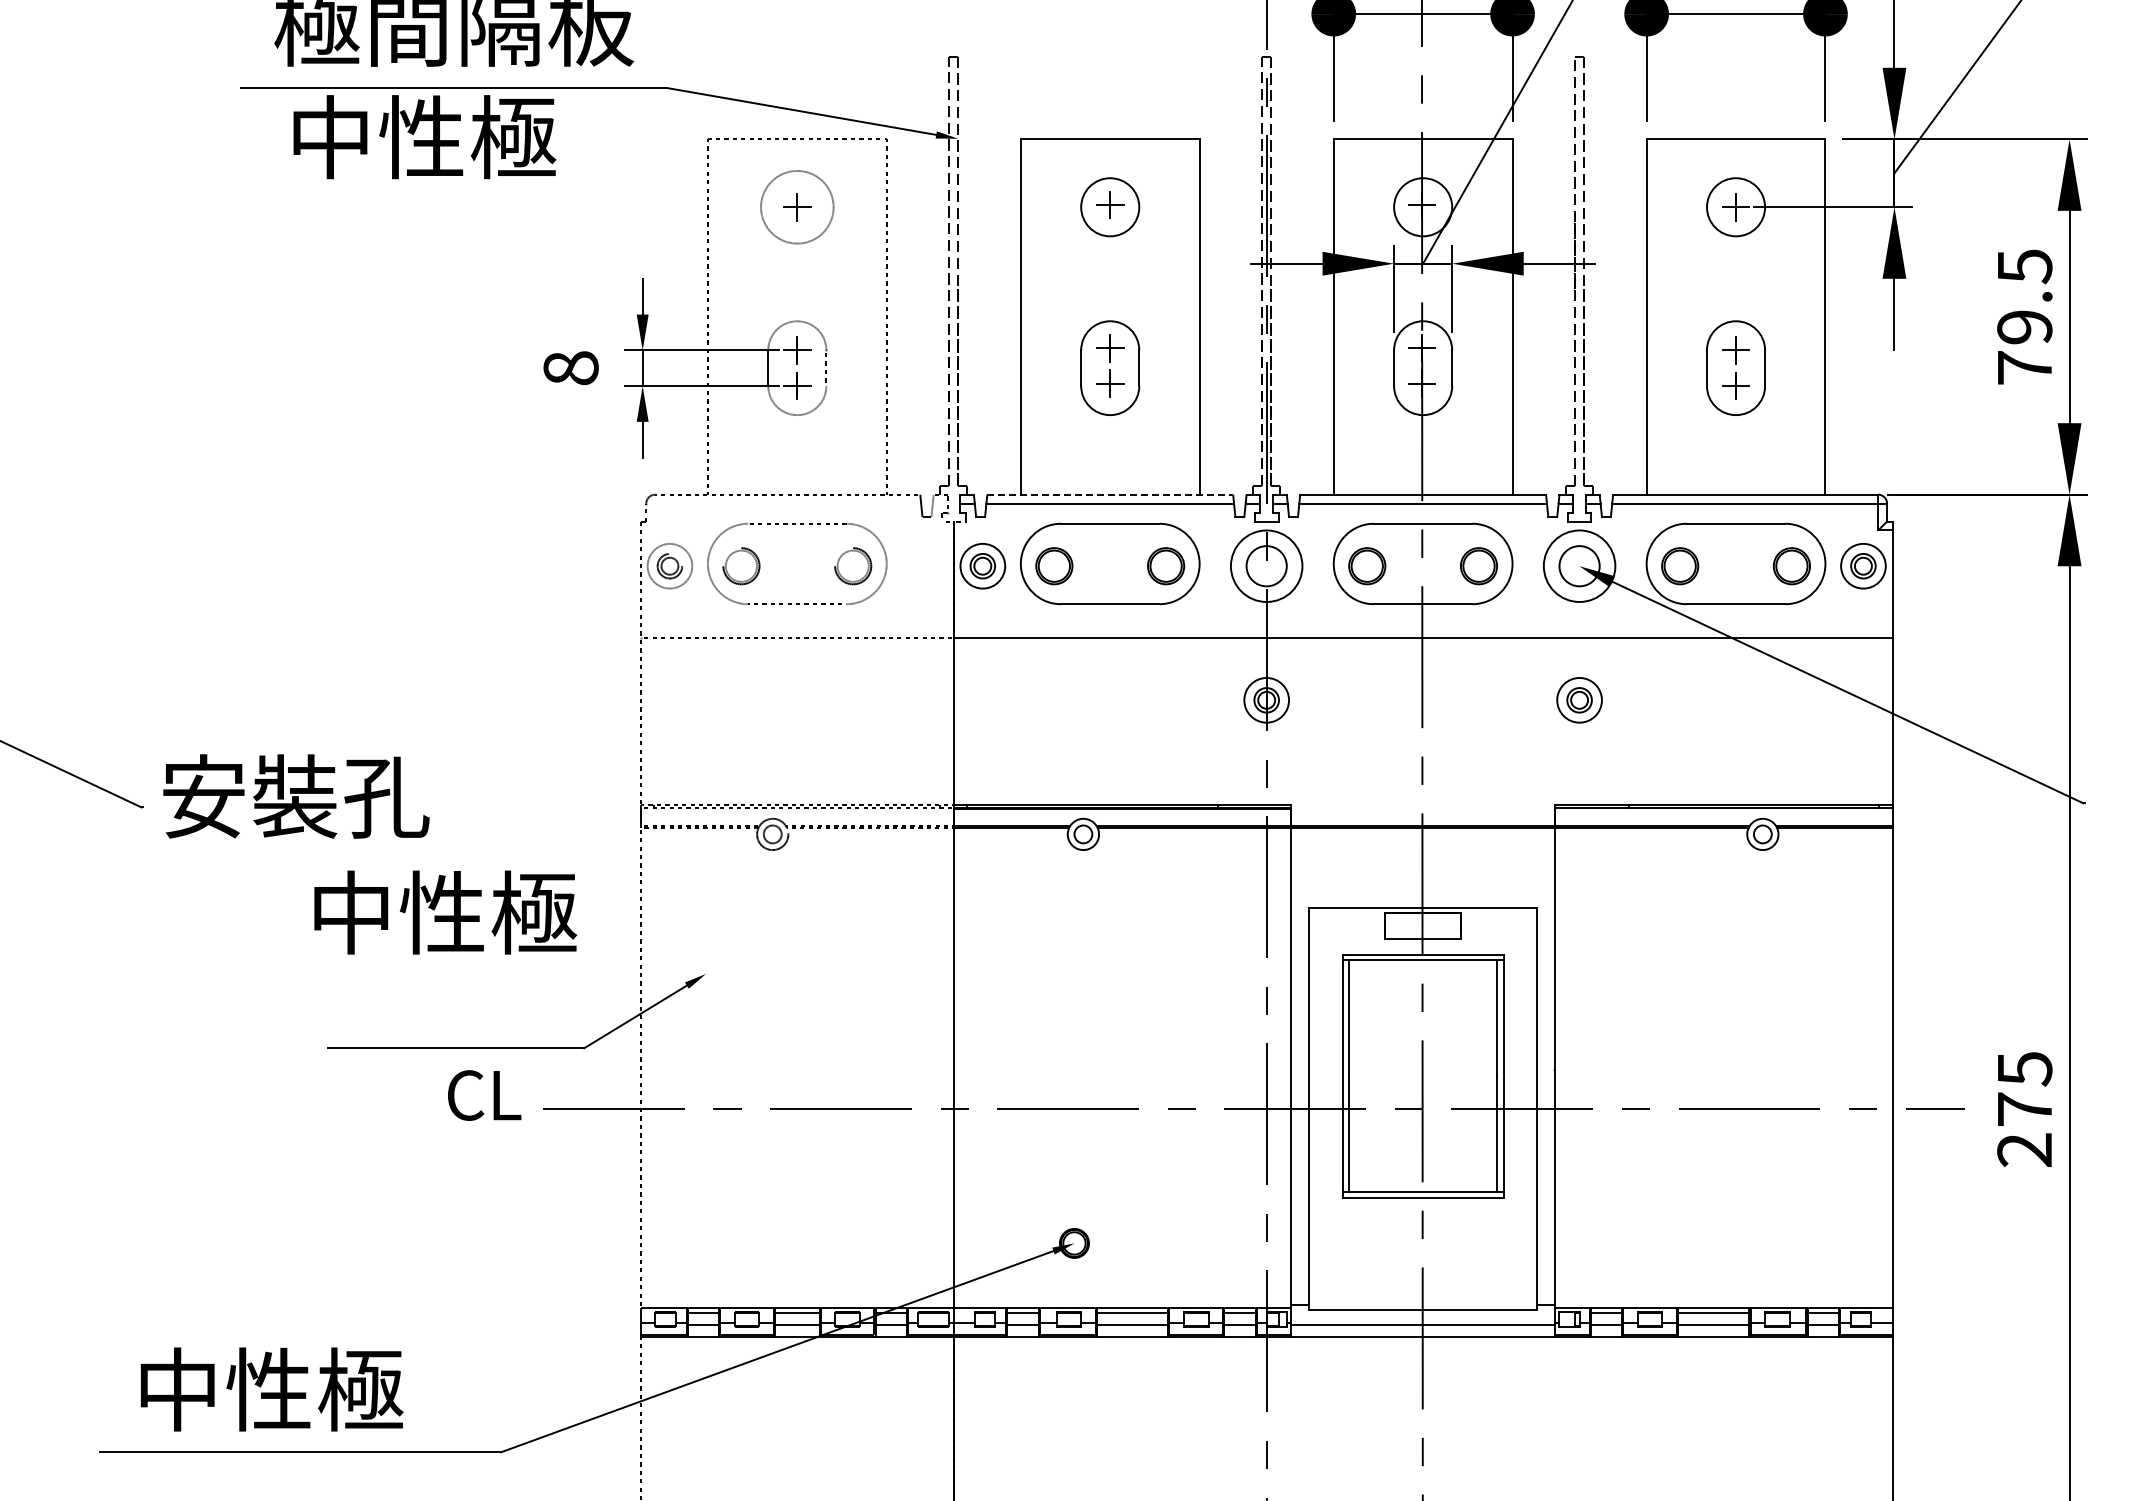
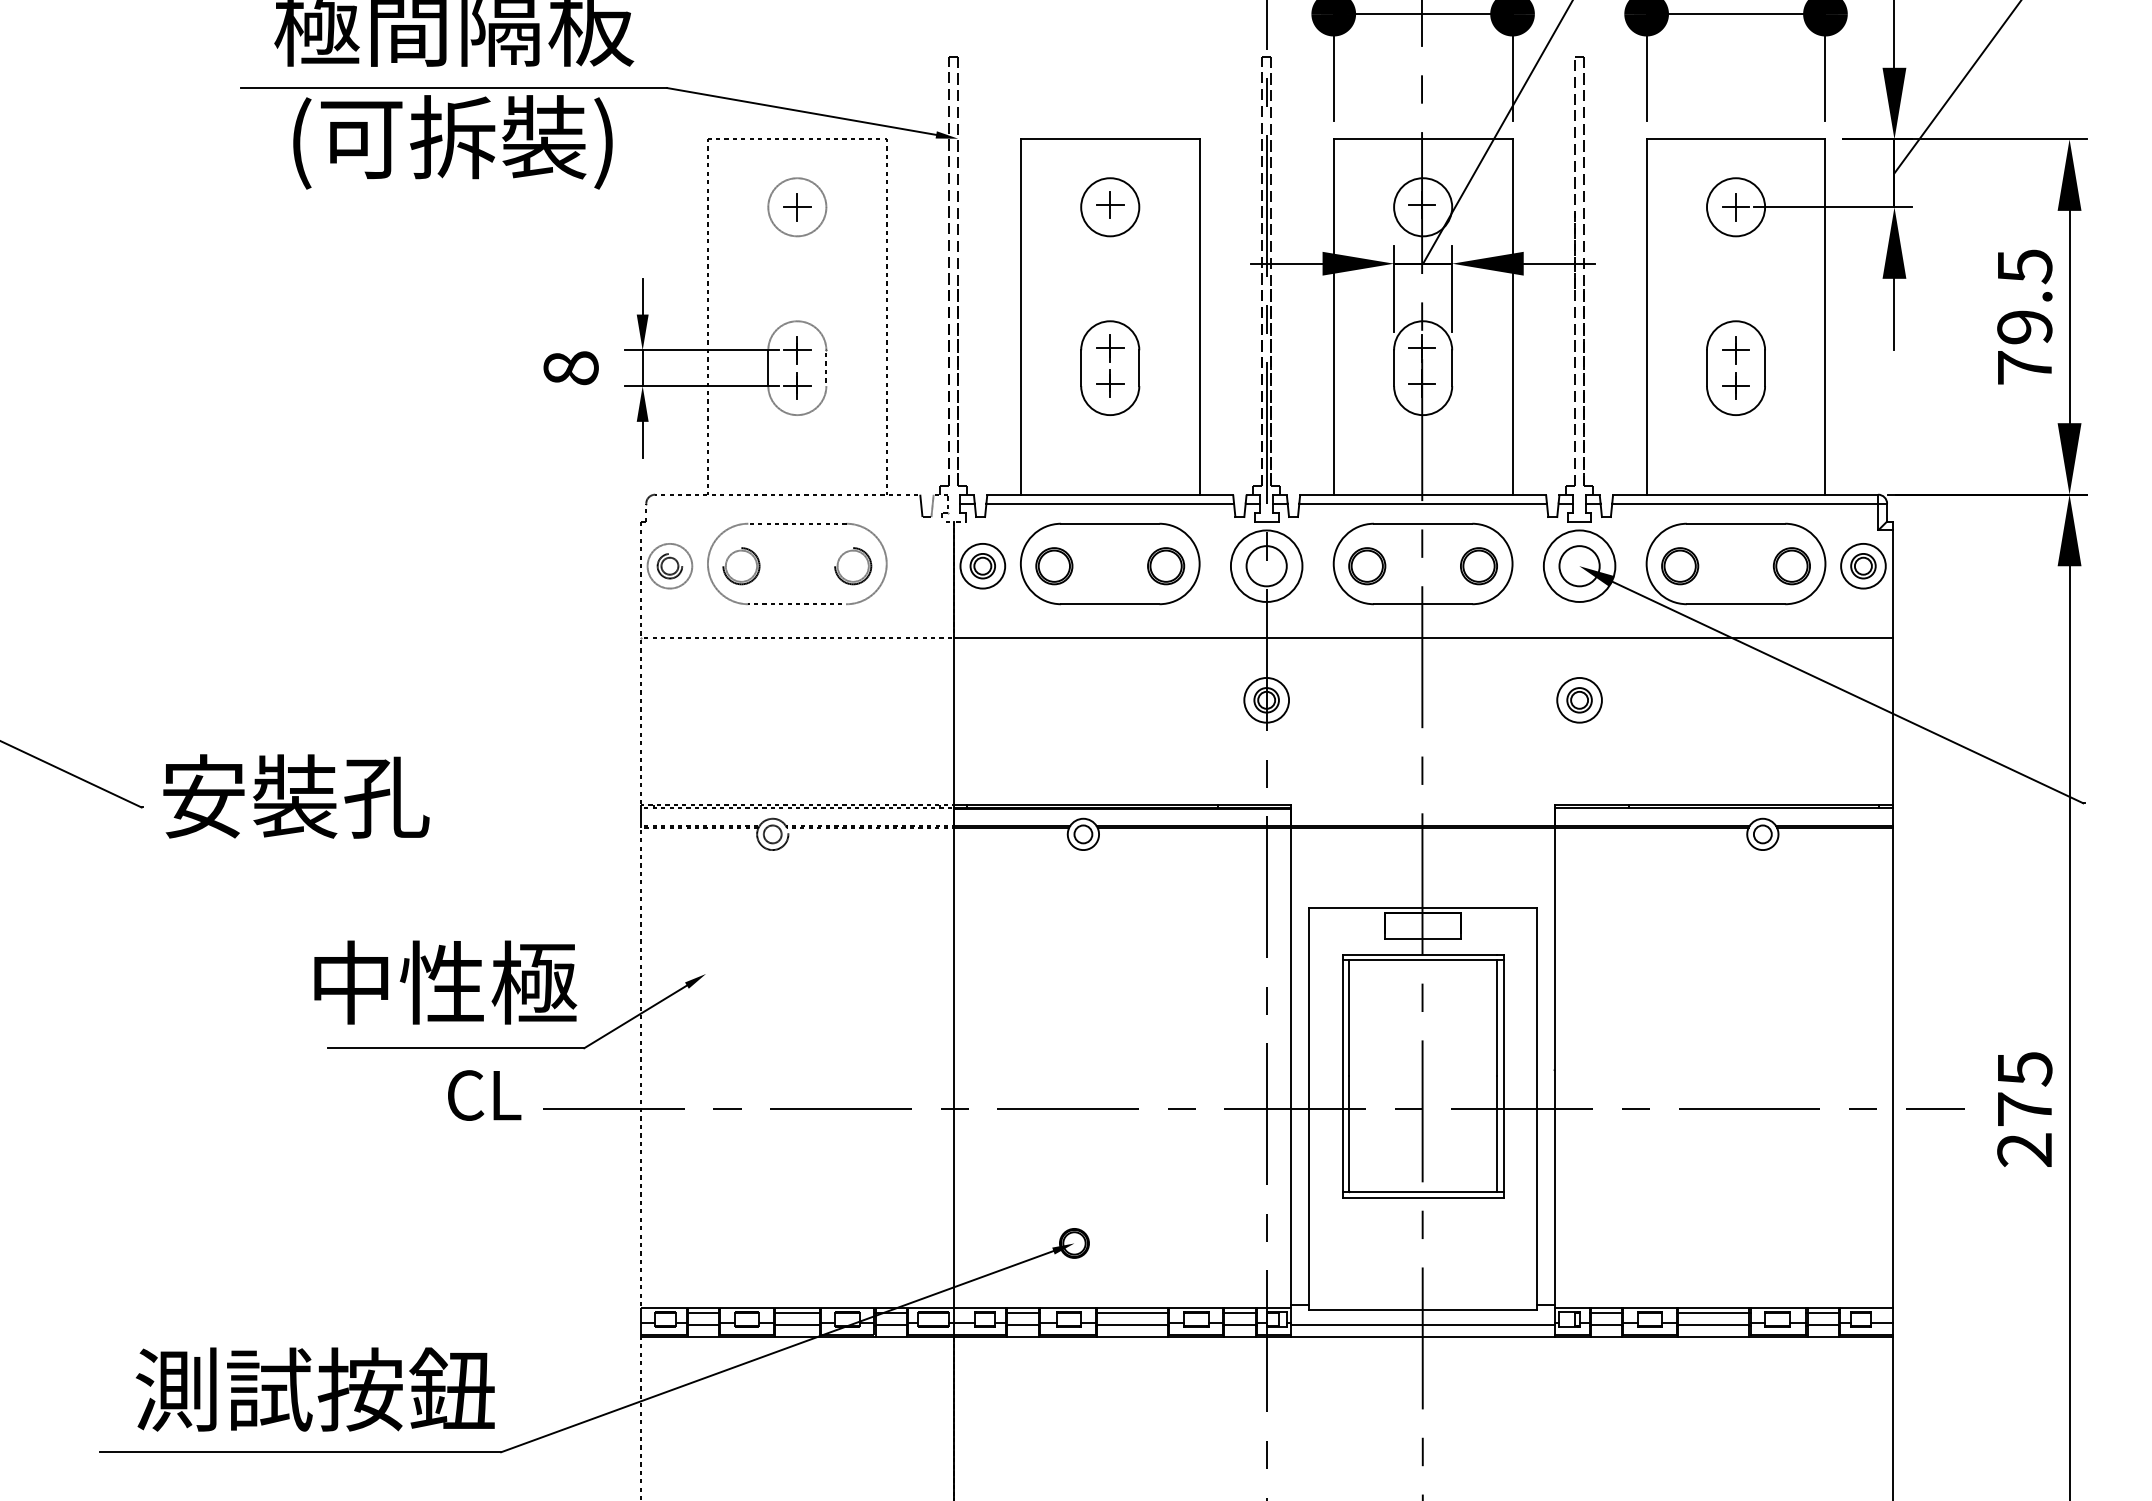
text at (452, 142): 中性極 -> (可拆裝)
circle at (797, 206) diameter: 73 px -> 58 px
line at (1110, 494): dashed -> solid
text at (445, 912) position: (445, 912) -> (445, 982)
text at (314, 1389): 中性極 -> 測試按鈕
